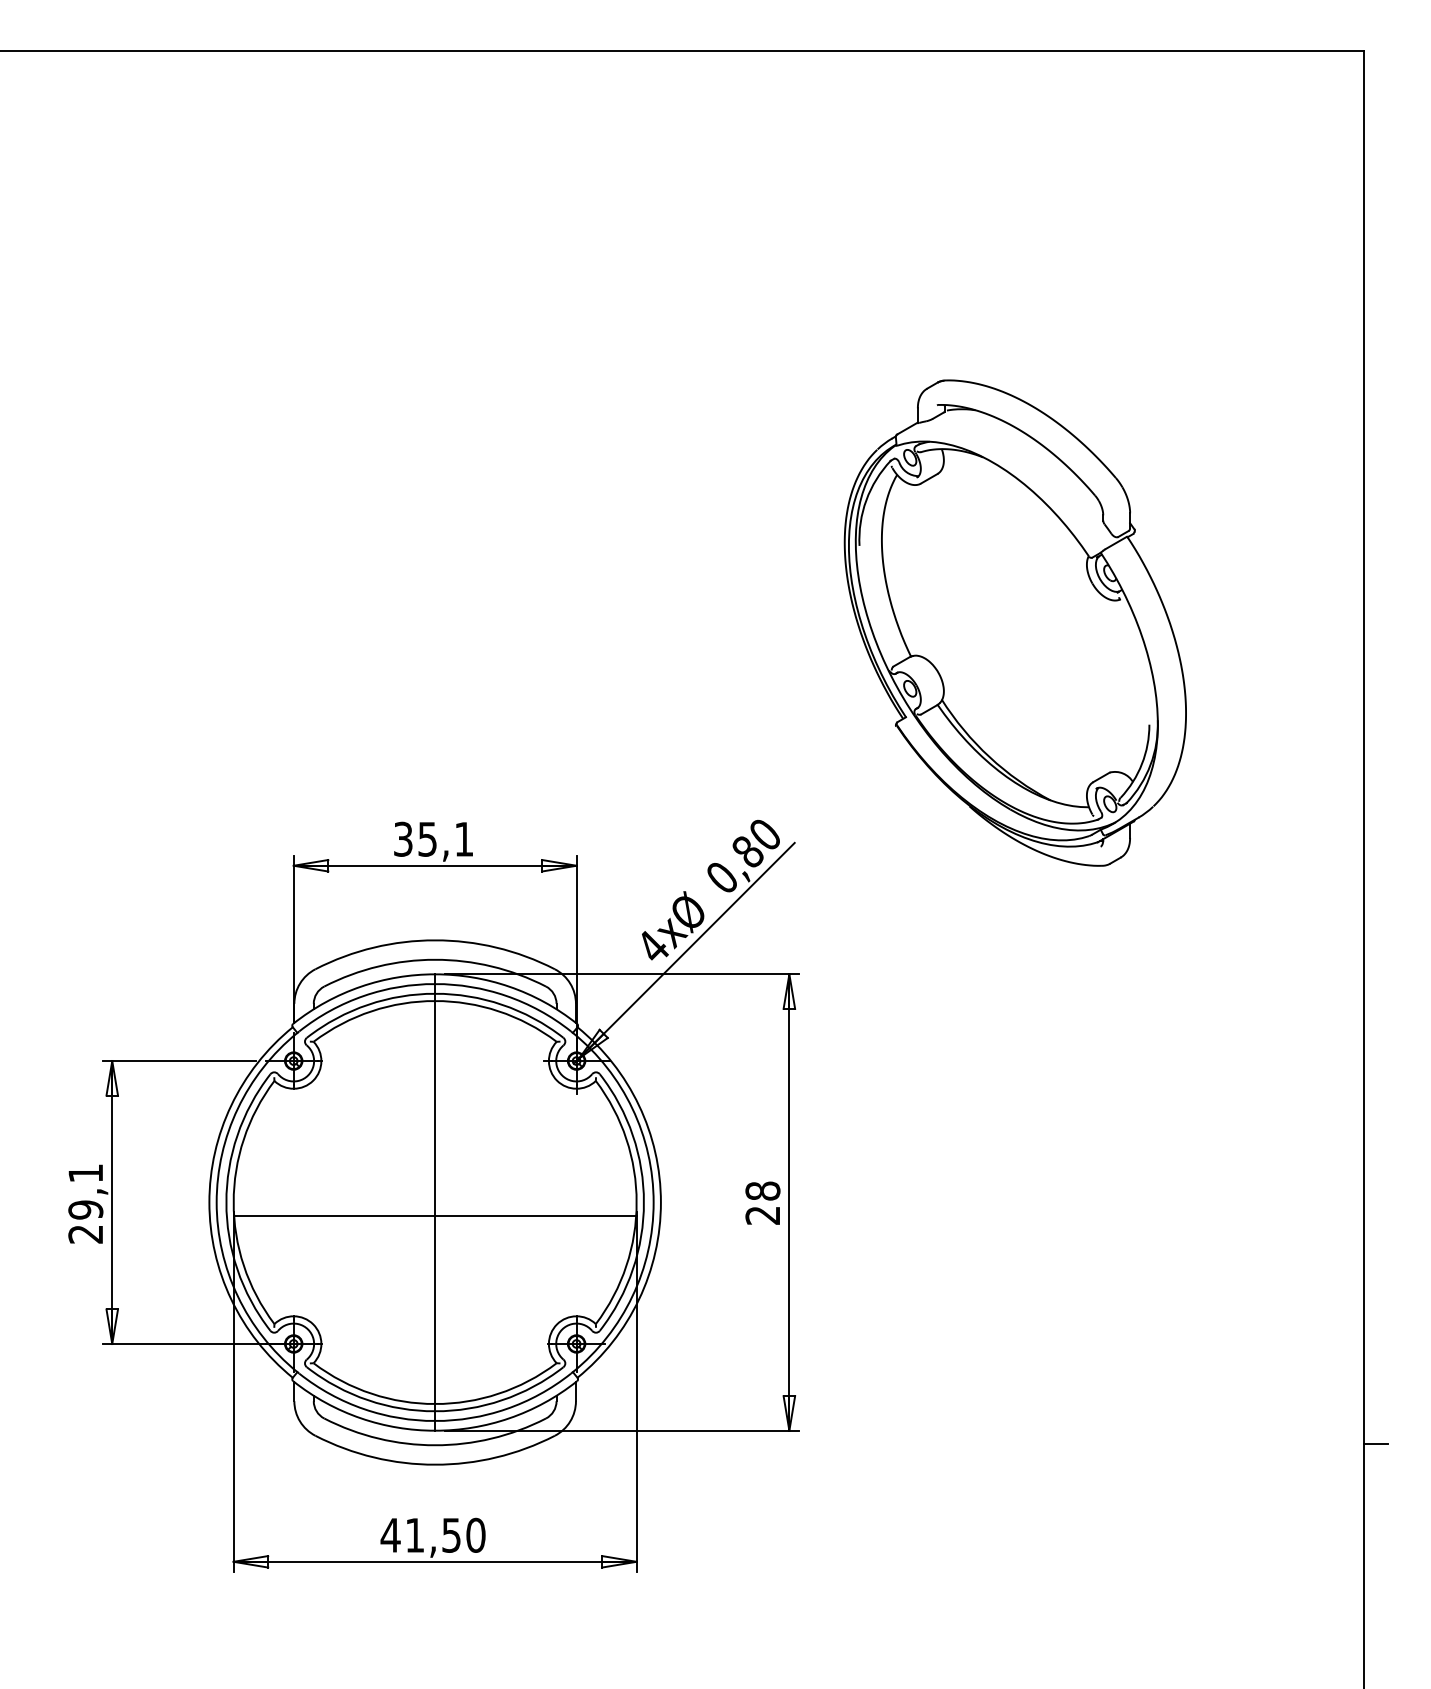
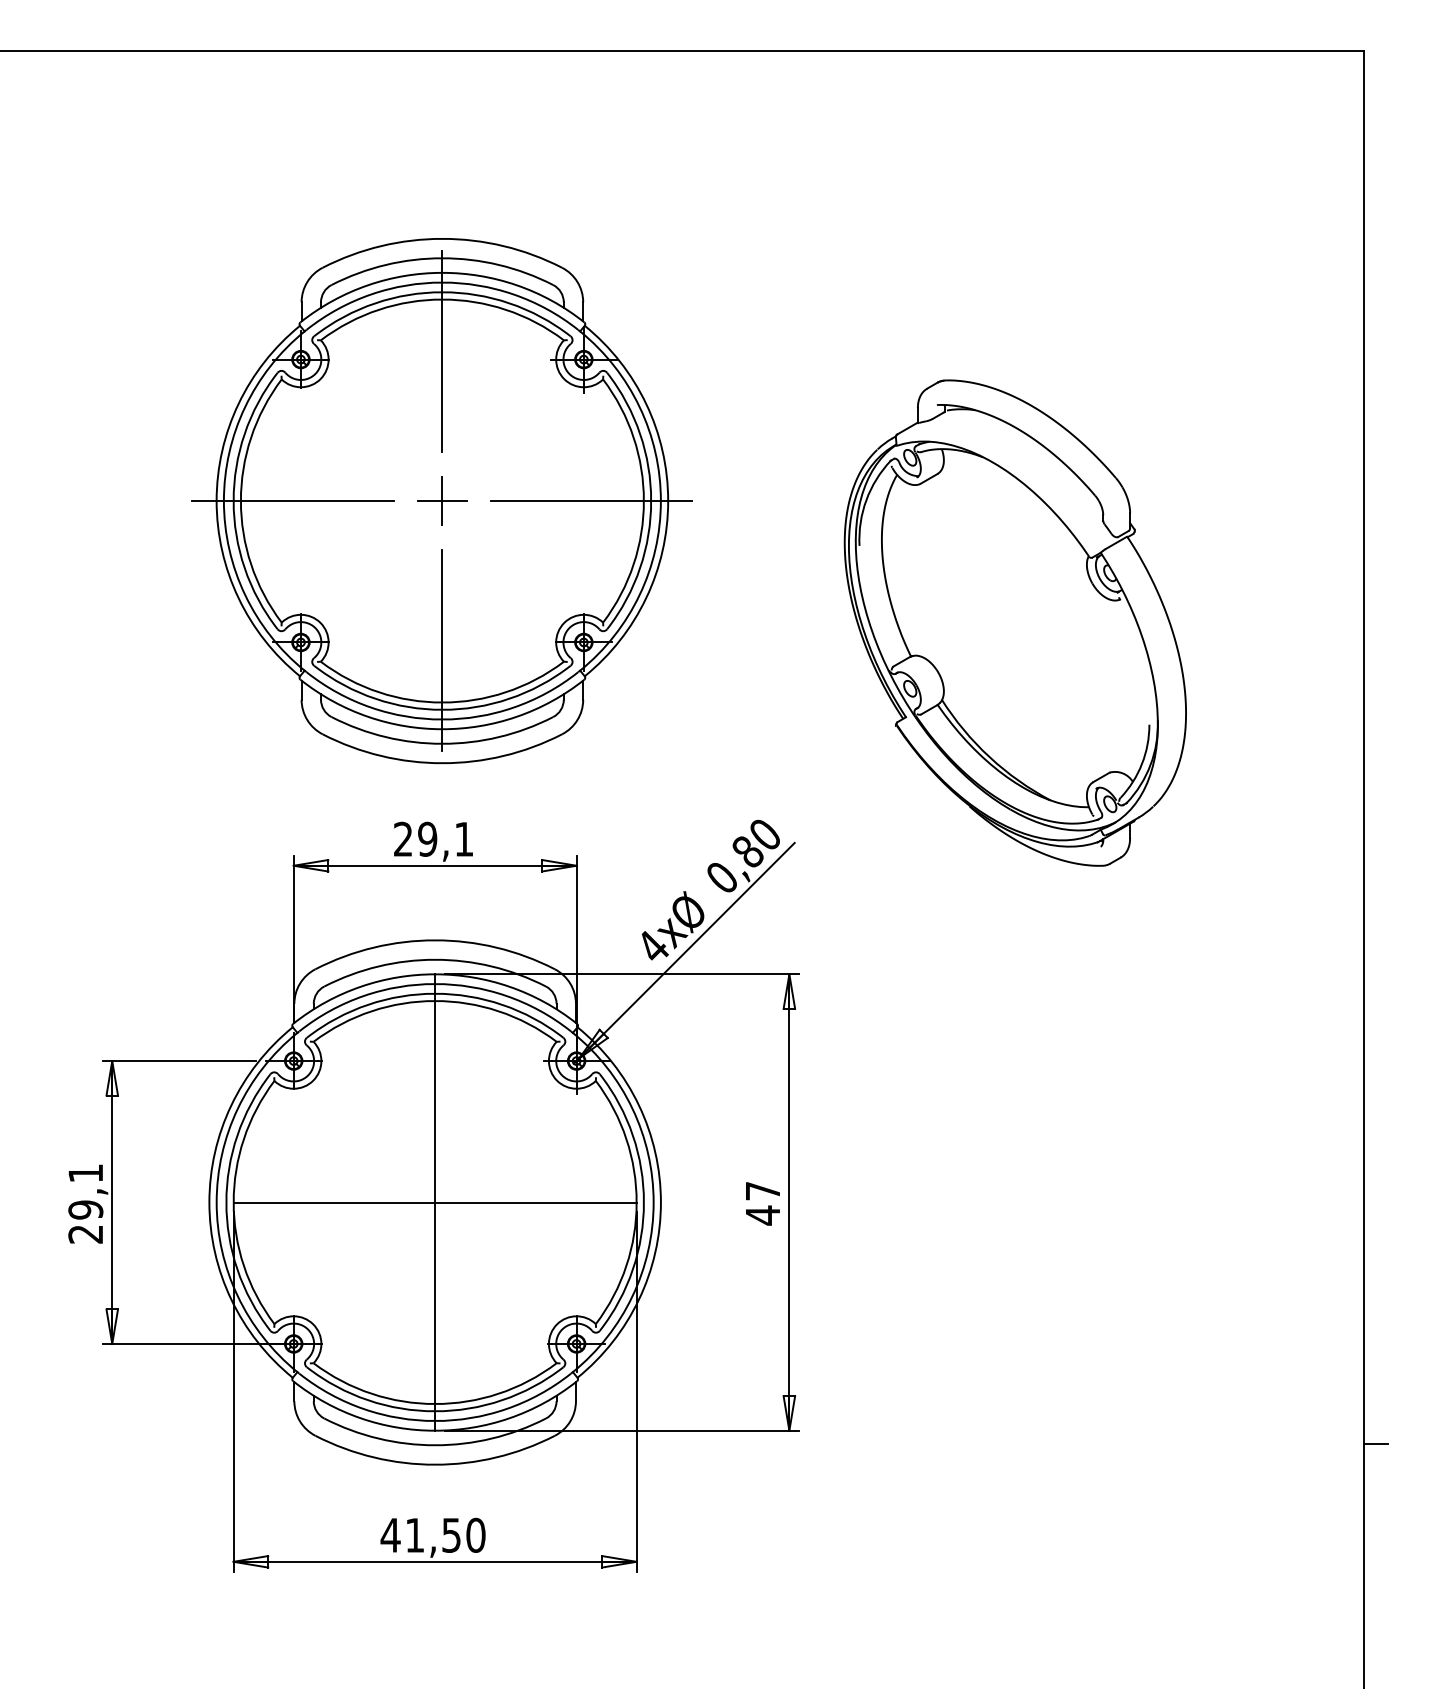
part at (441, 500): none -> present
text at (415, 838): 35,1 -> 29,1
text at (762, 1203): 28 -> 47
line at (434, 1215) position: (434, 1215) -> (434, 1202)
